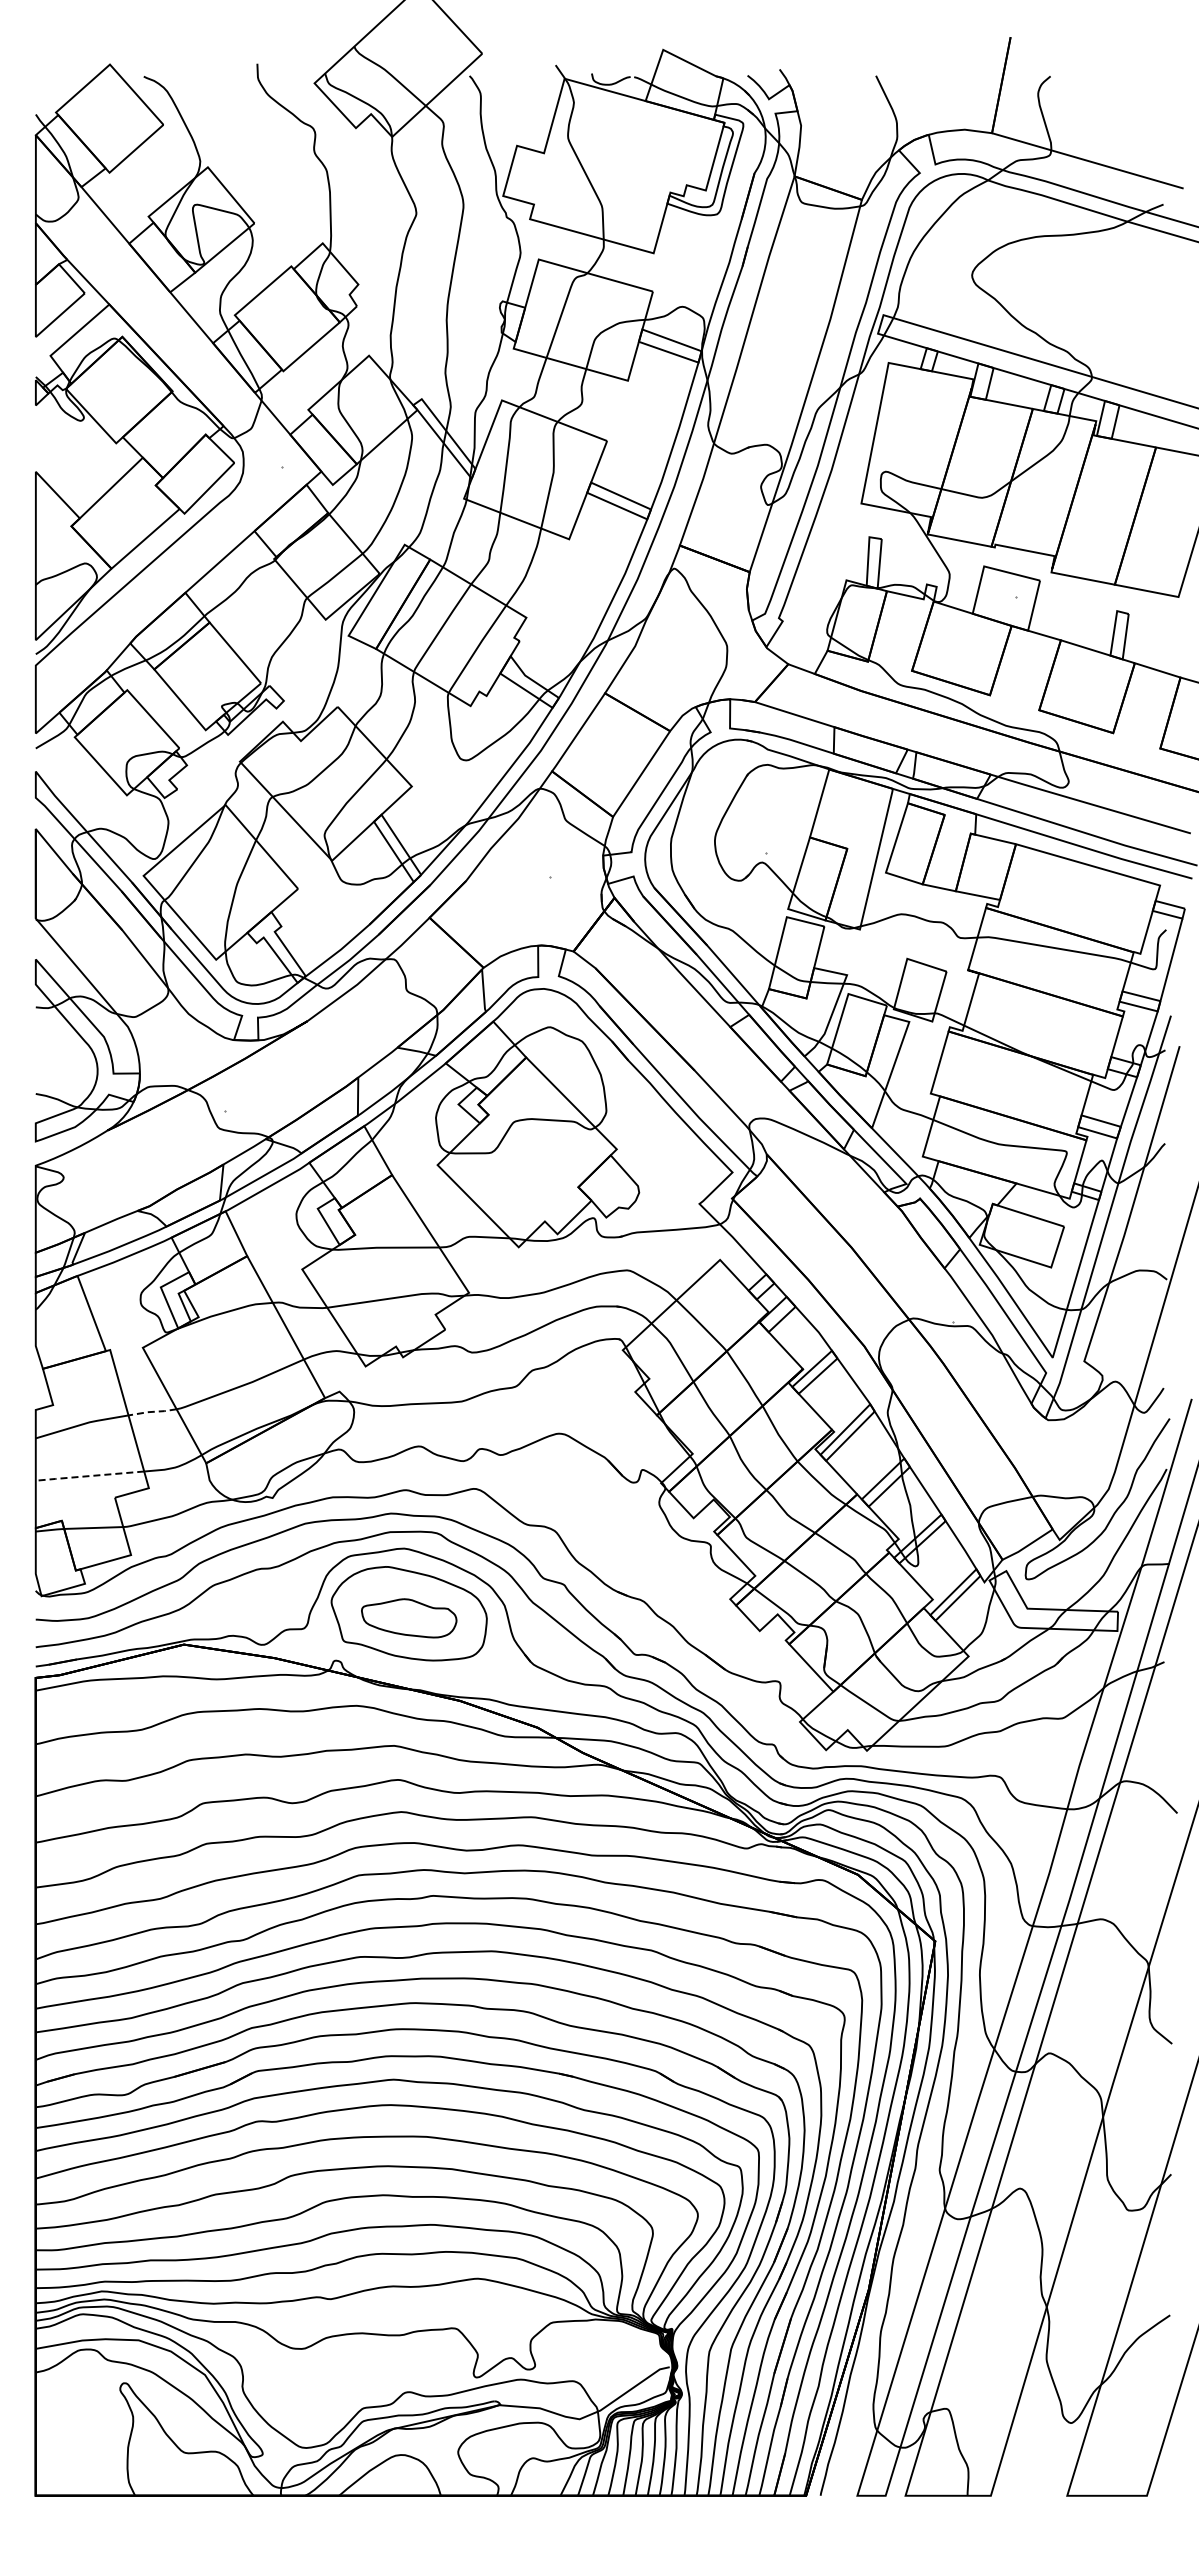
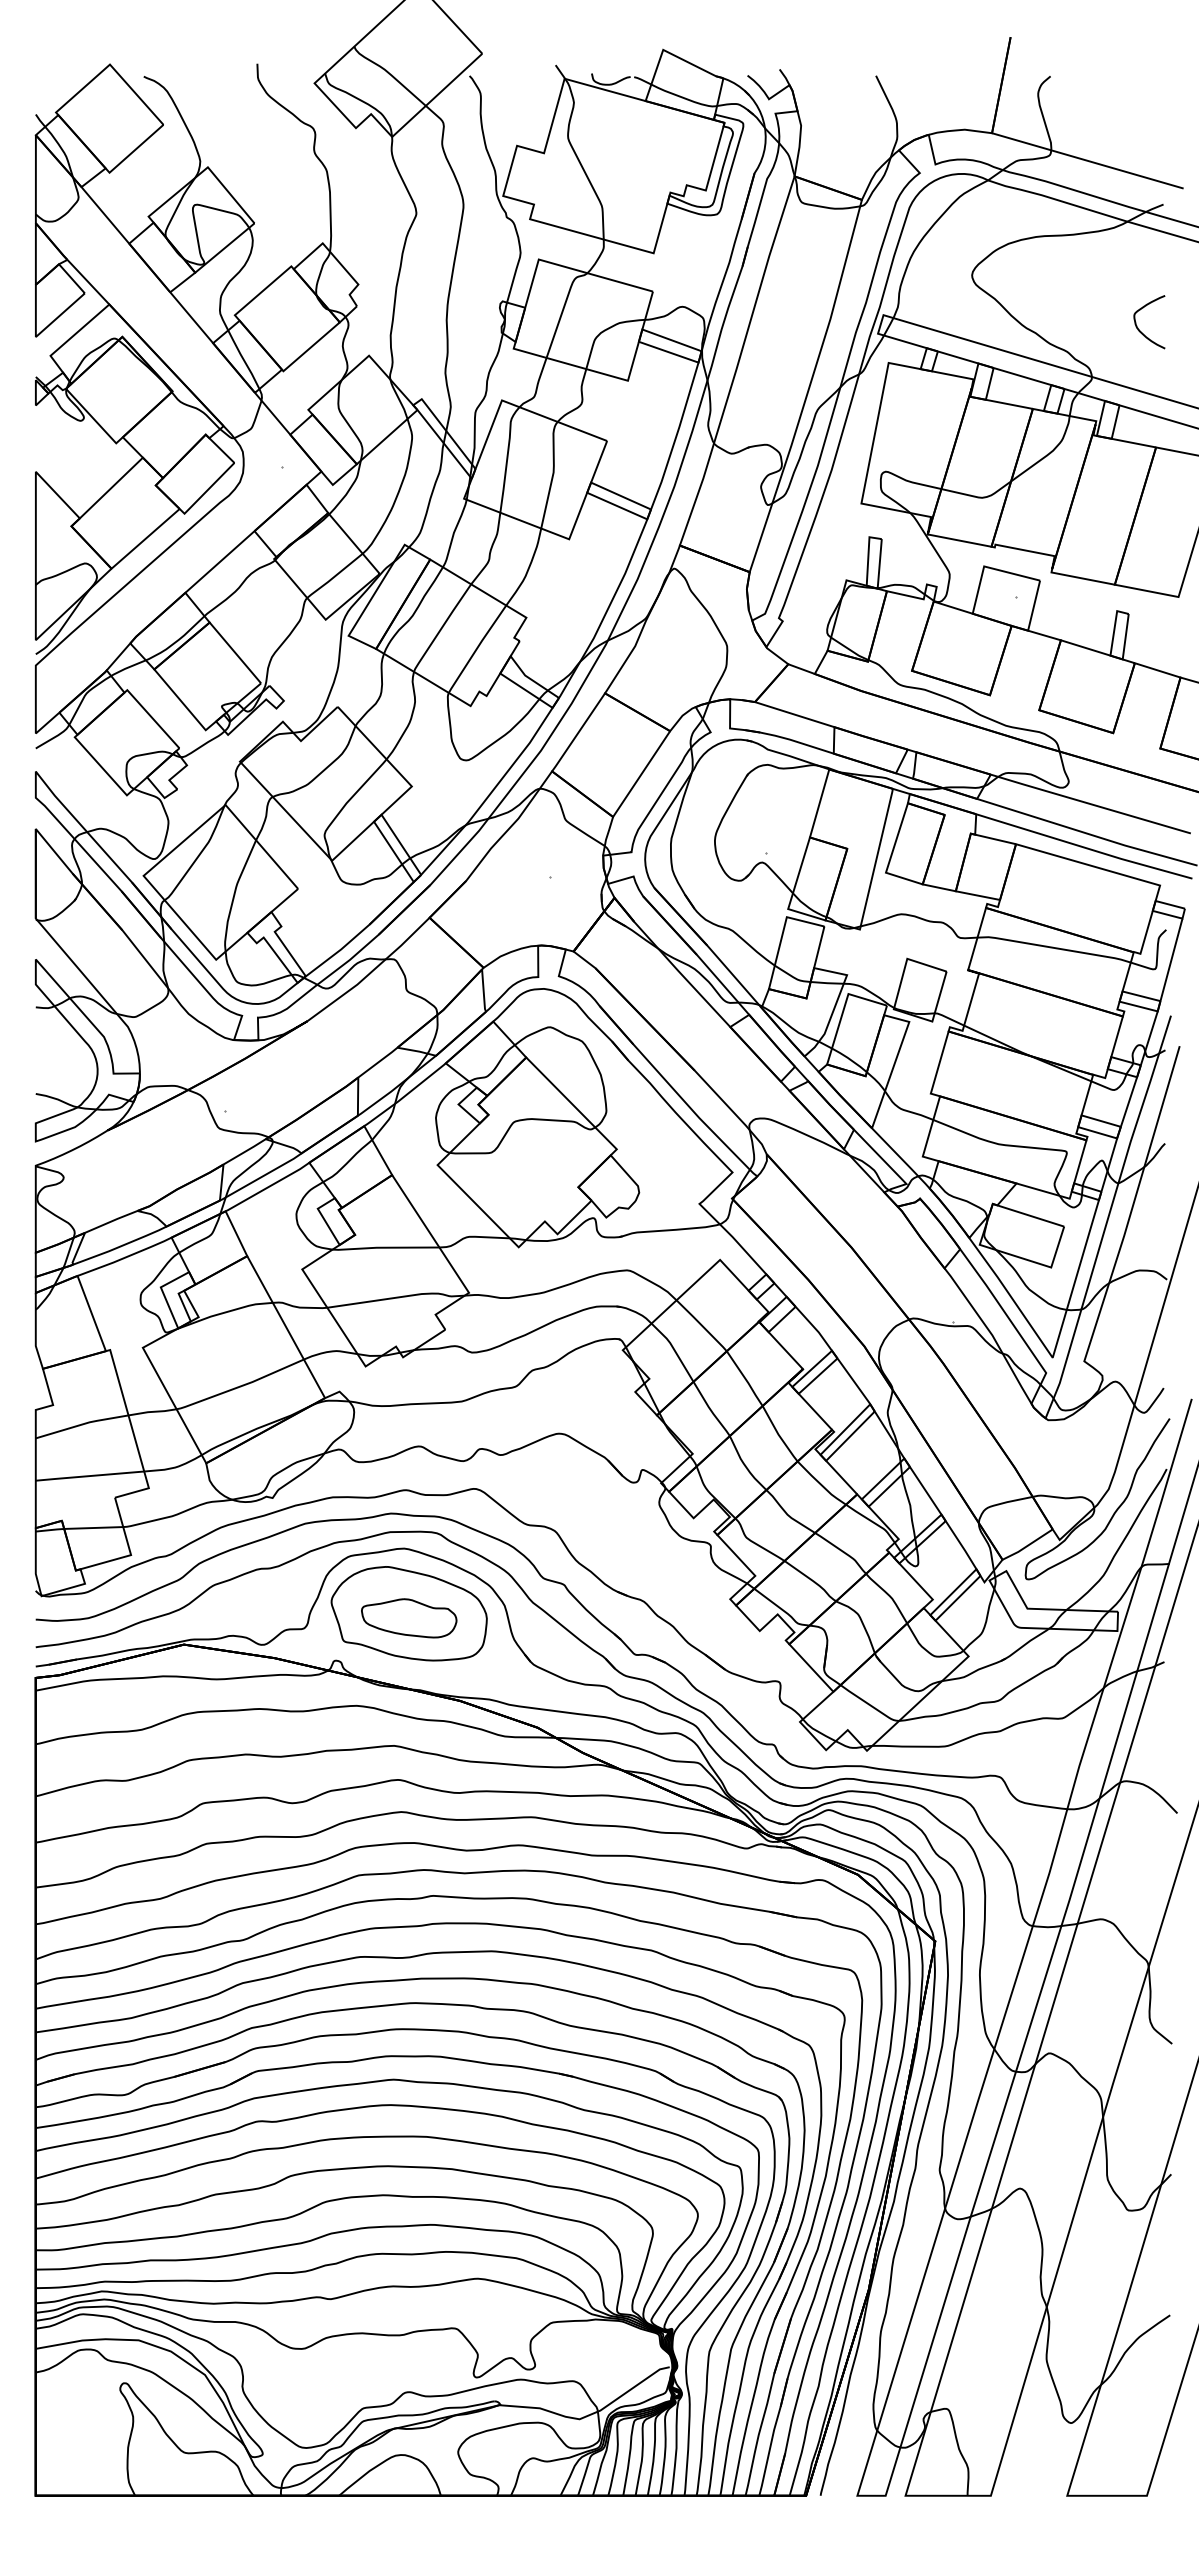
curve at (1140, 330): none -> present
line at (152, 1411): dashed -> solid
line at (89, 1476): dashed -> solid
